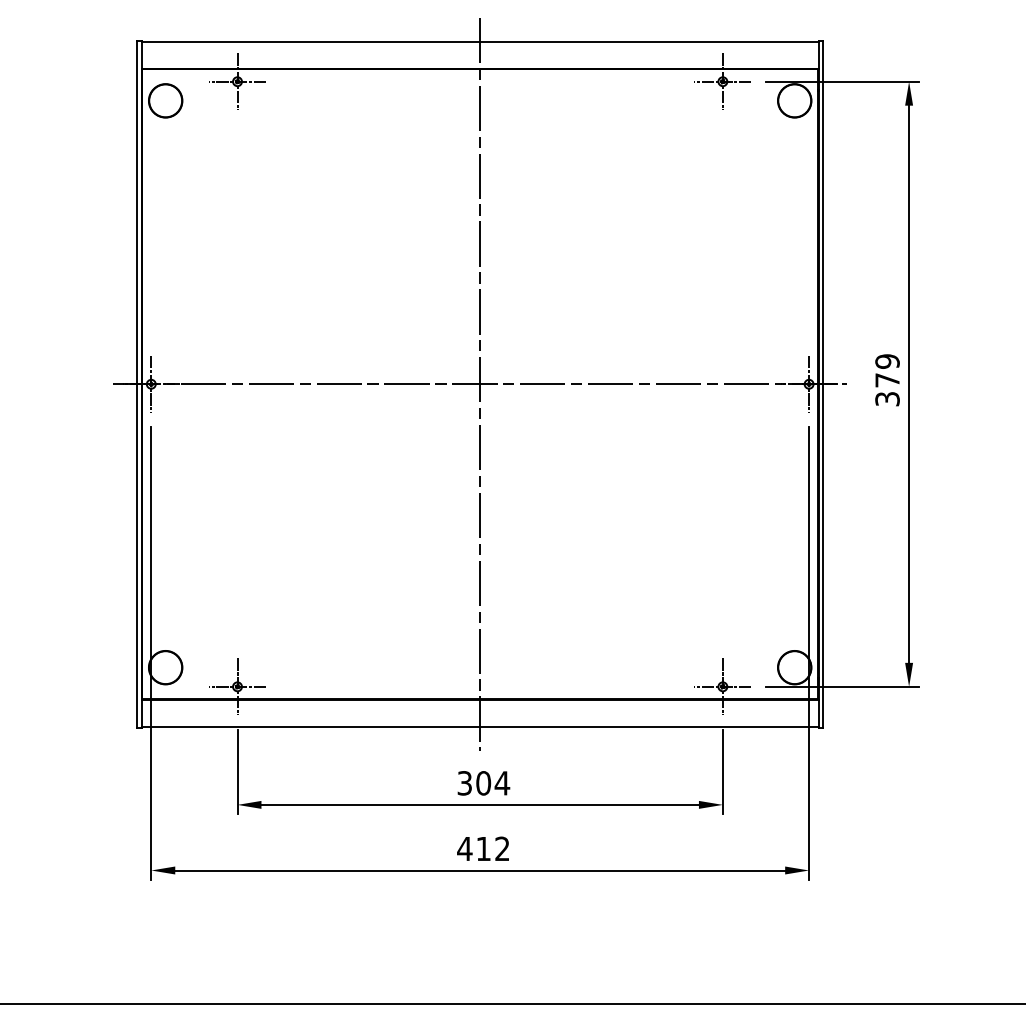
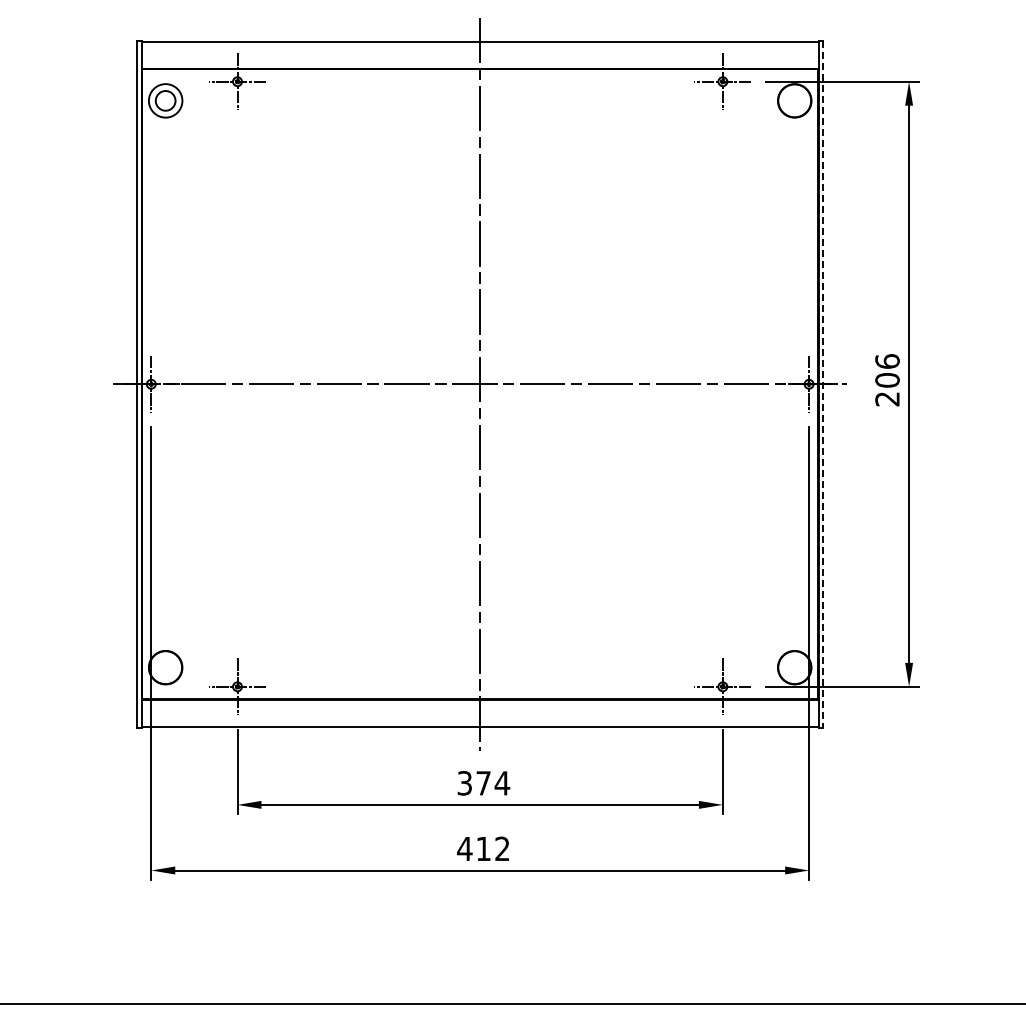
circle at (165, 100) diameter: 33 px -> 20 px
text at (887, 380): 379 -> 206
line at (823, 384): solid -> dashed
text at (483, 783): 304 -> 374
